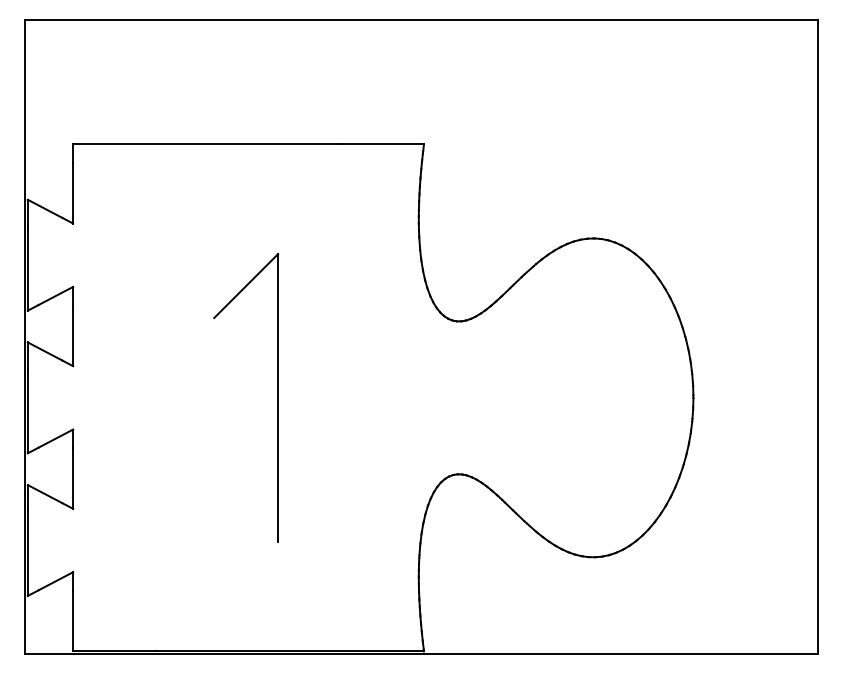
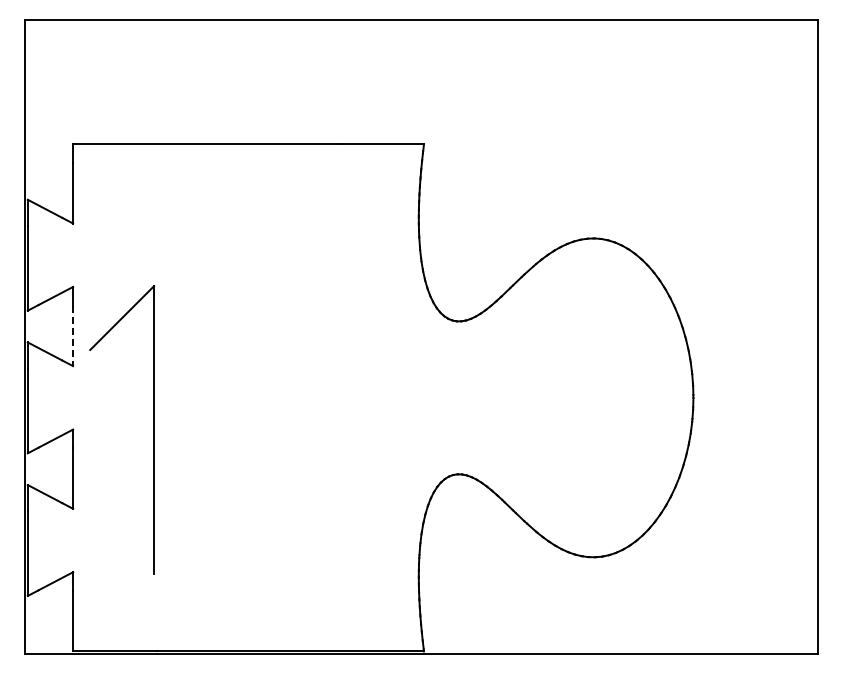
line at (73, 336): solid -> dashed
part at (277, 397) position: (277, 397) -> (153, 429)
